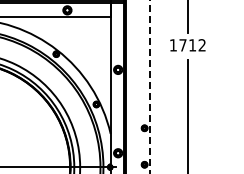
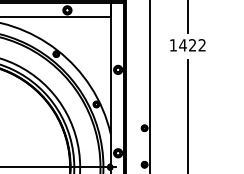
text at (187, 45): 1712 -> 1422
line at (149, 86): dashed -> solid
